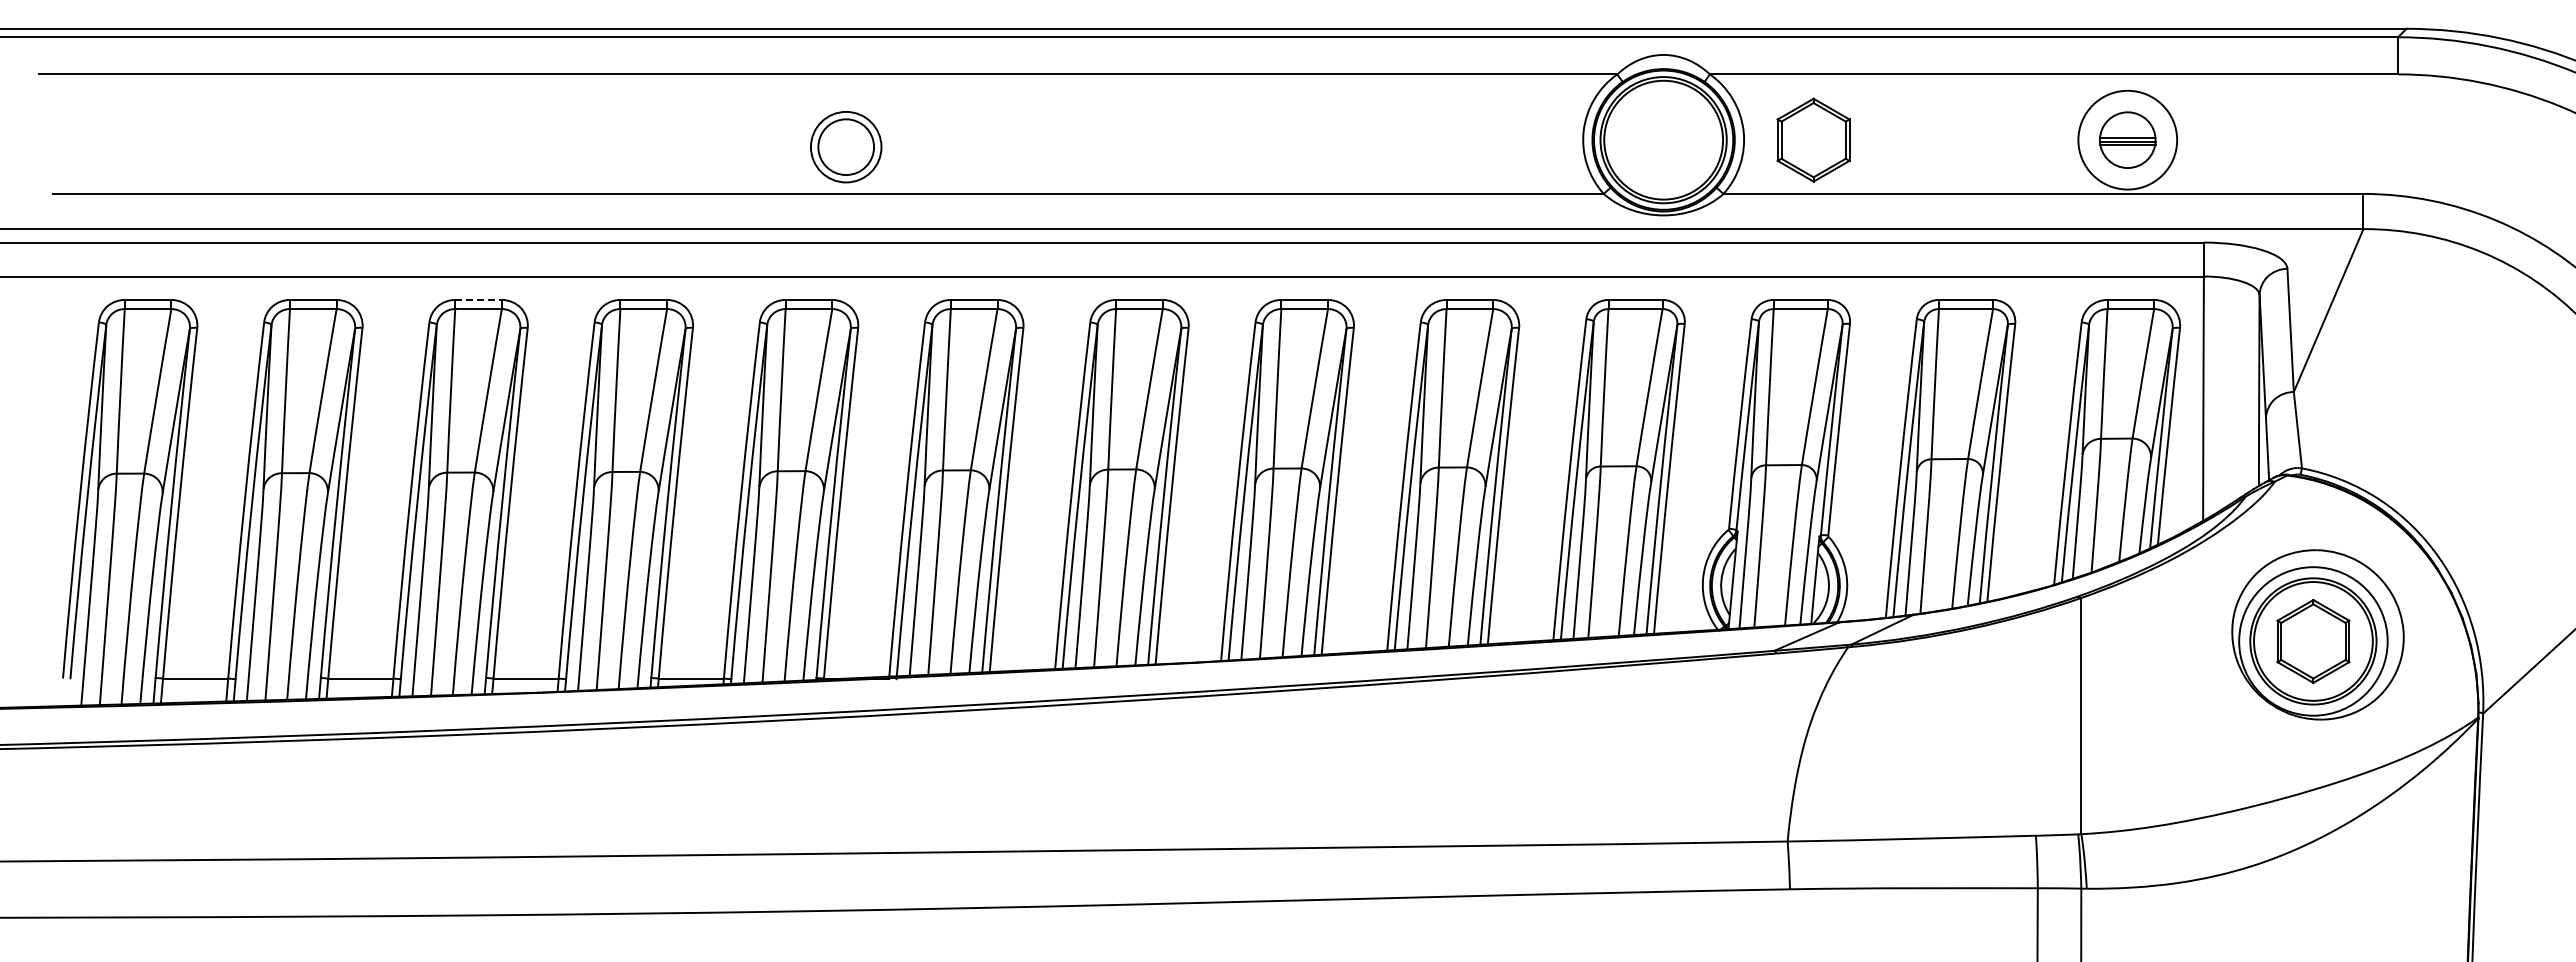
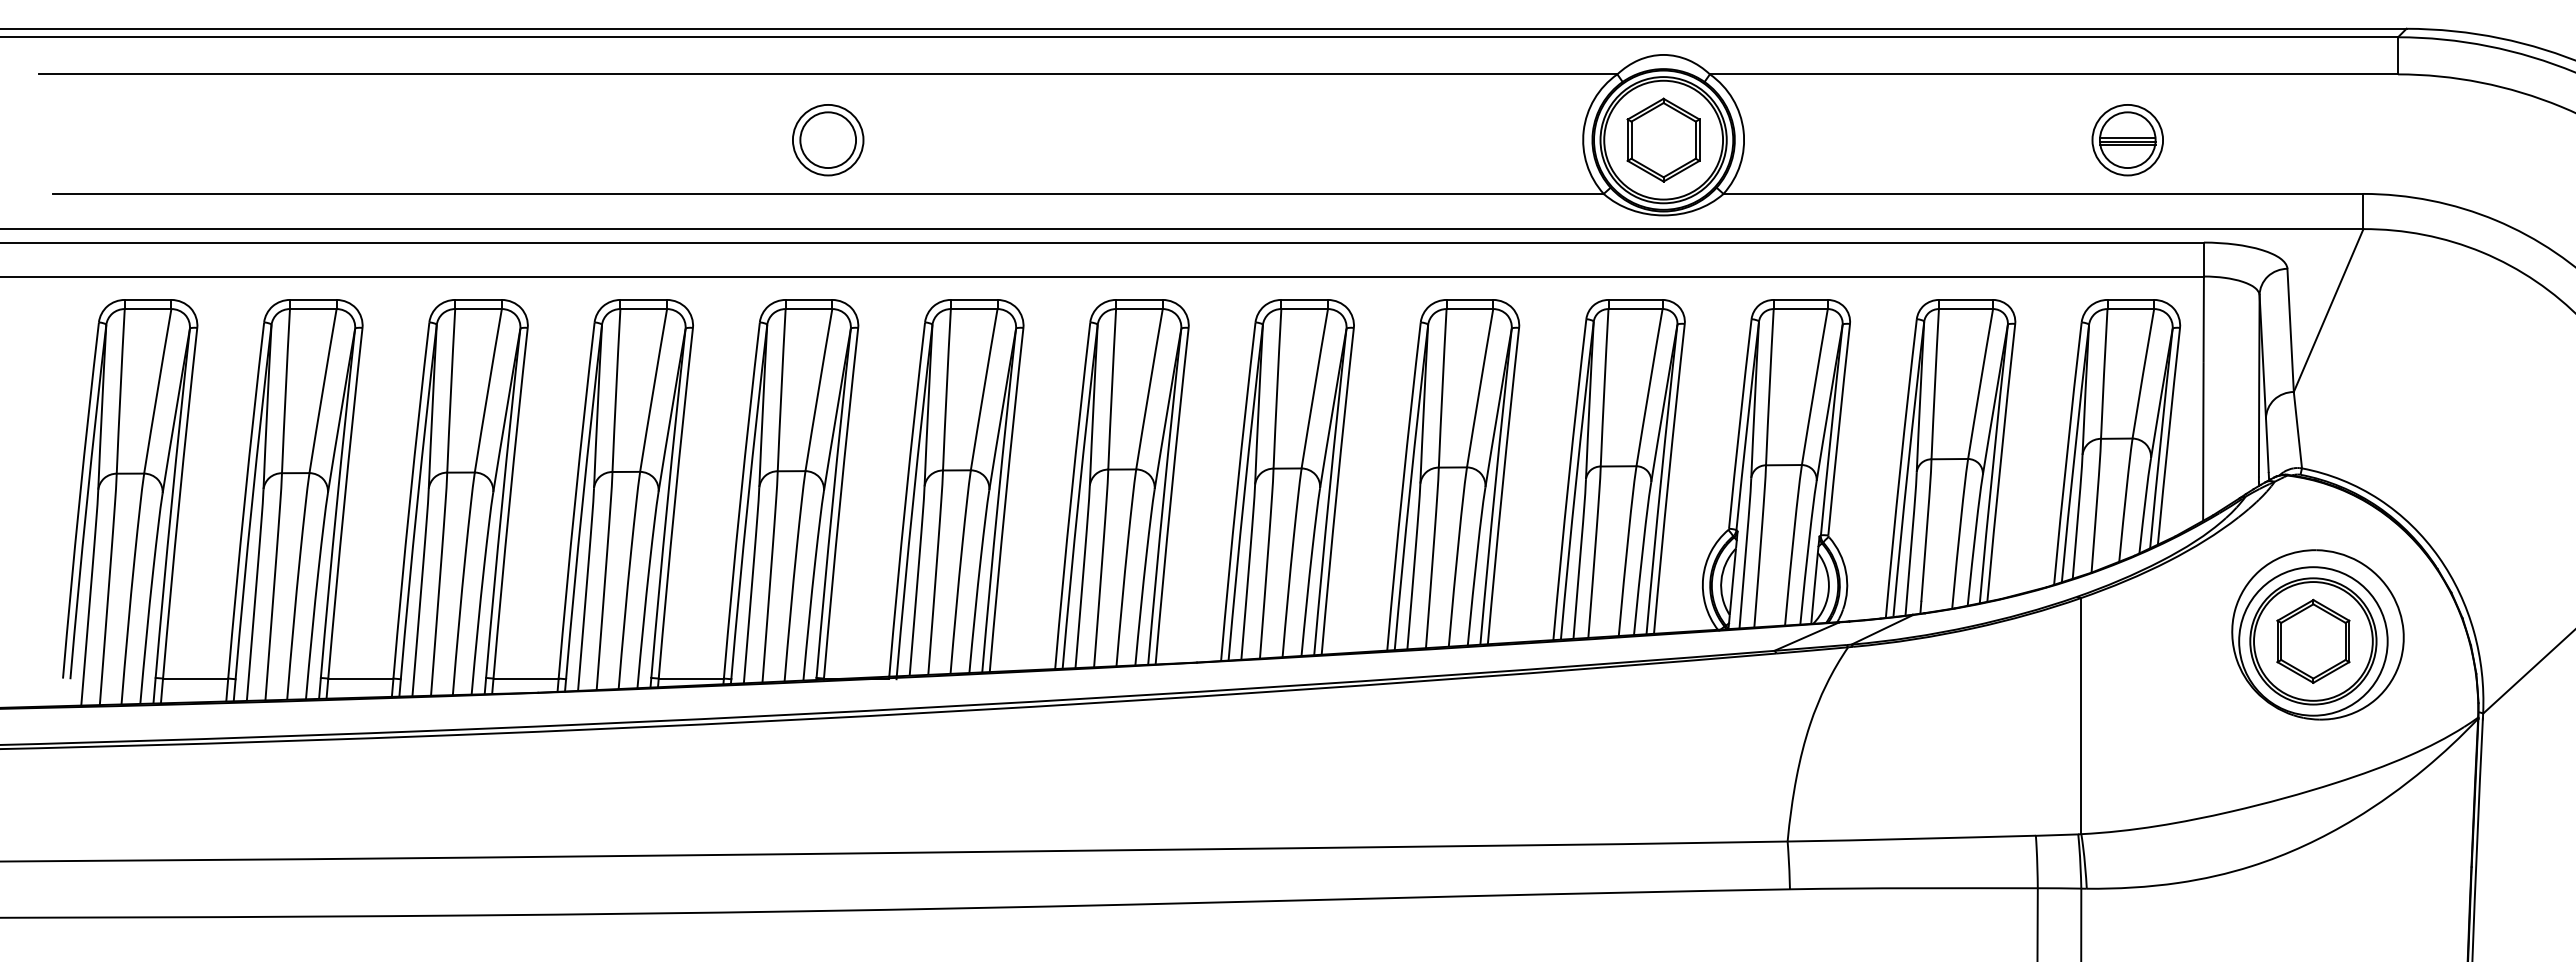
part at (1813, 139) position: (1813, 139) -> (1663, 139)
circle at (2127, 139) diameter: 99 px -> 71 px
part at (846, 147) position: (846, 147) -> (828, 140)
line at (479, 299): dashed -> solid
